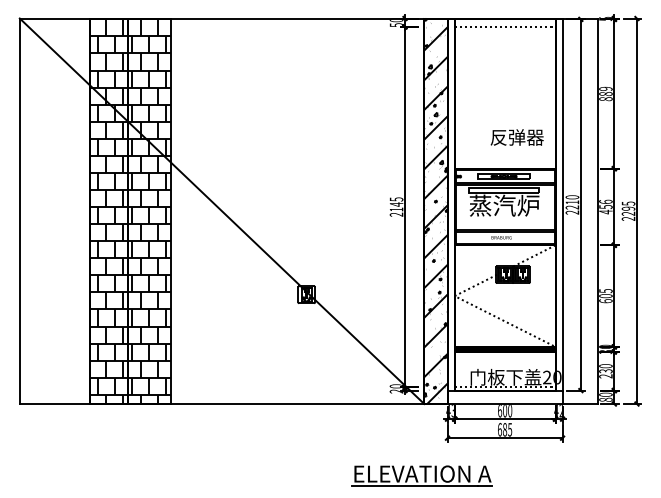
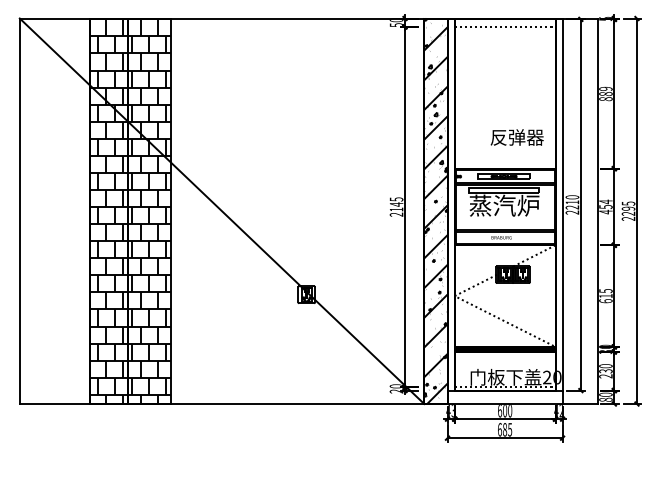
text at (605, 201): 456 -> 454
text at (605, 296): 605 -> 615
part at (421, 475): present -> none
